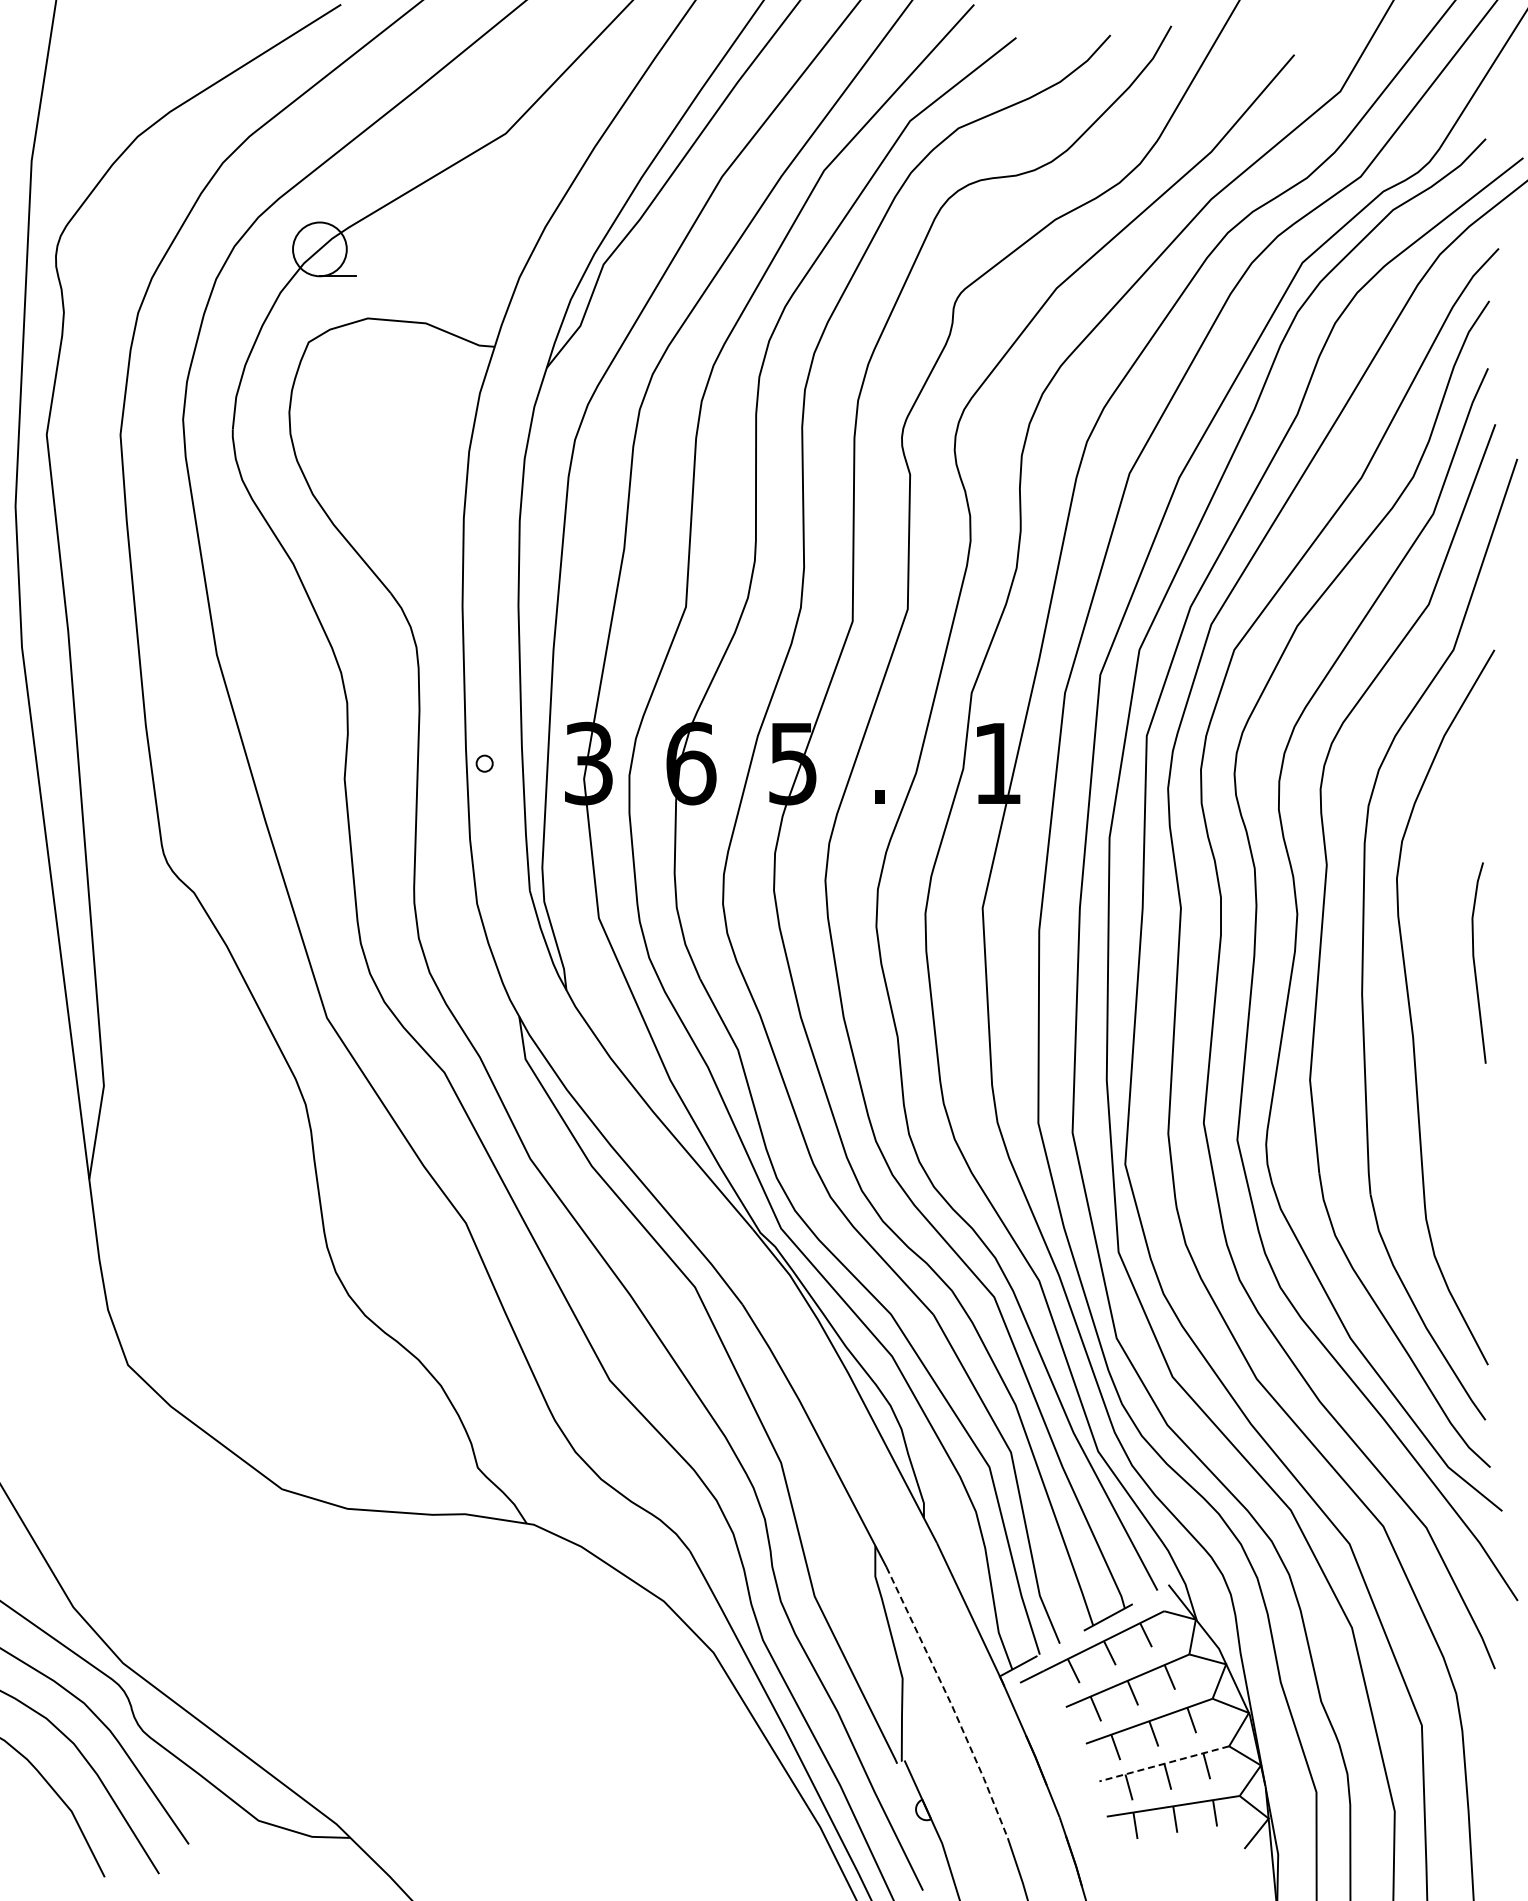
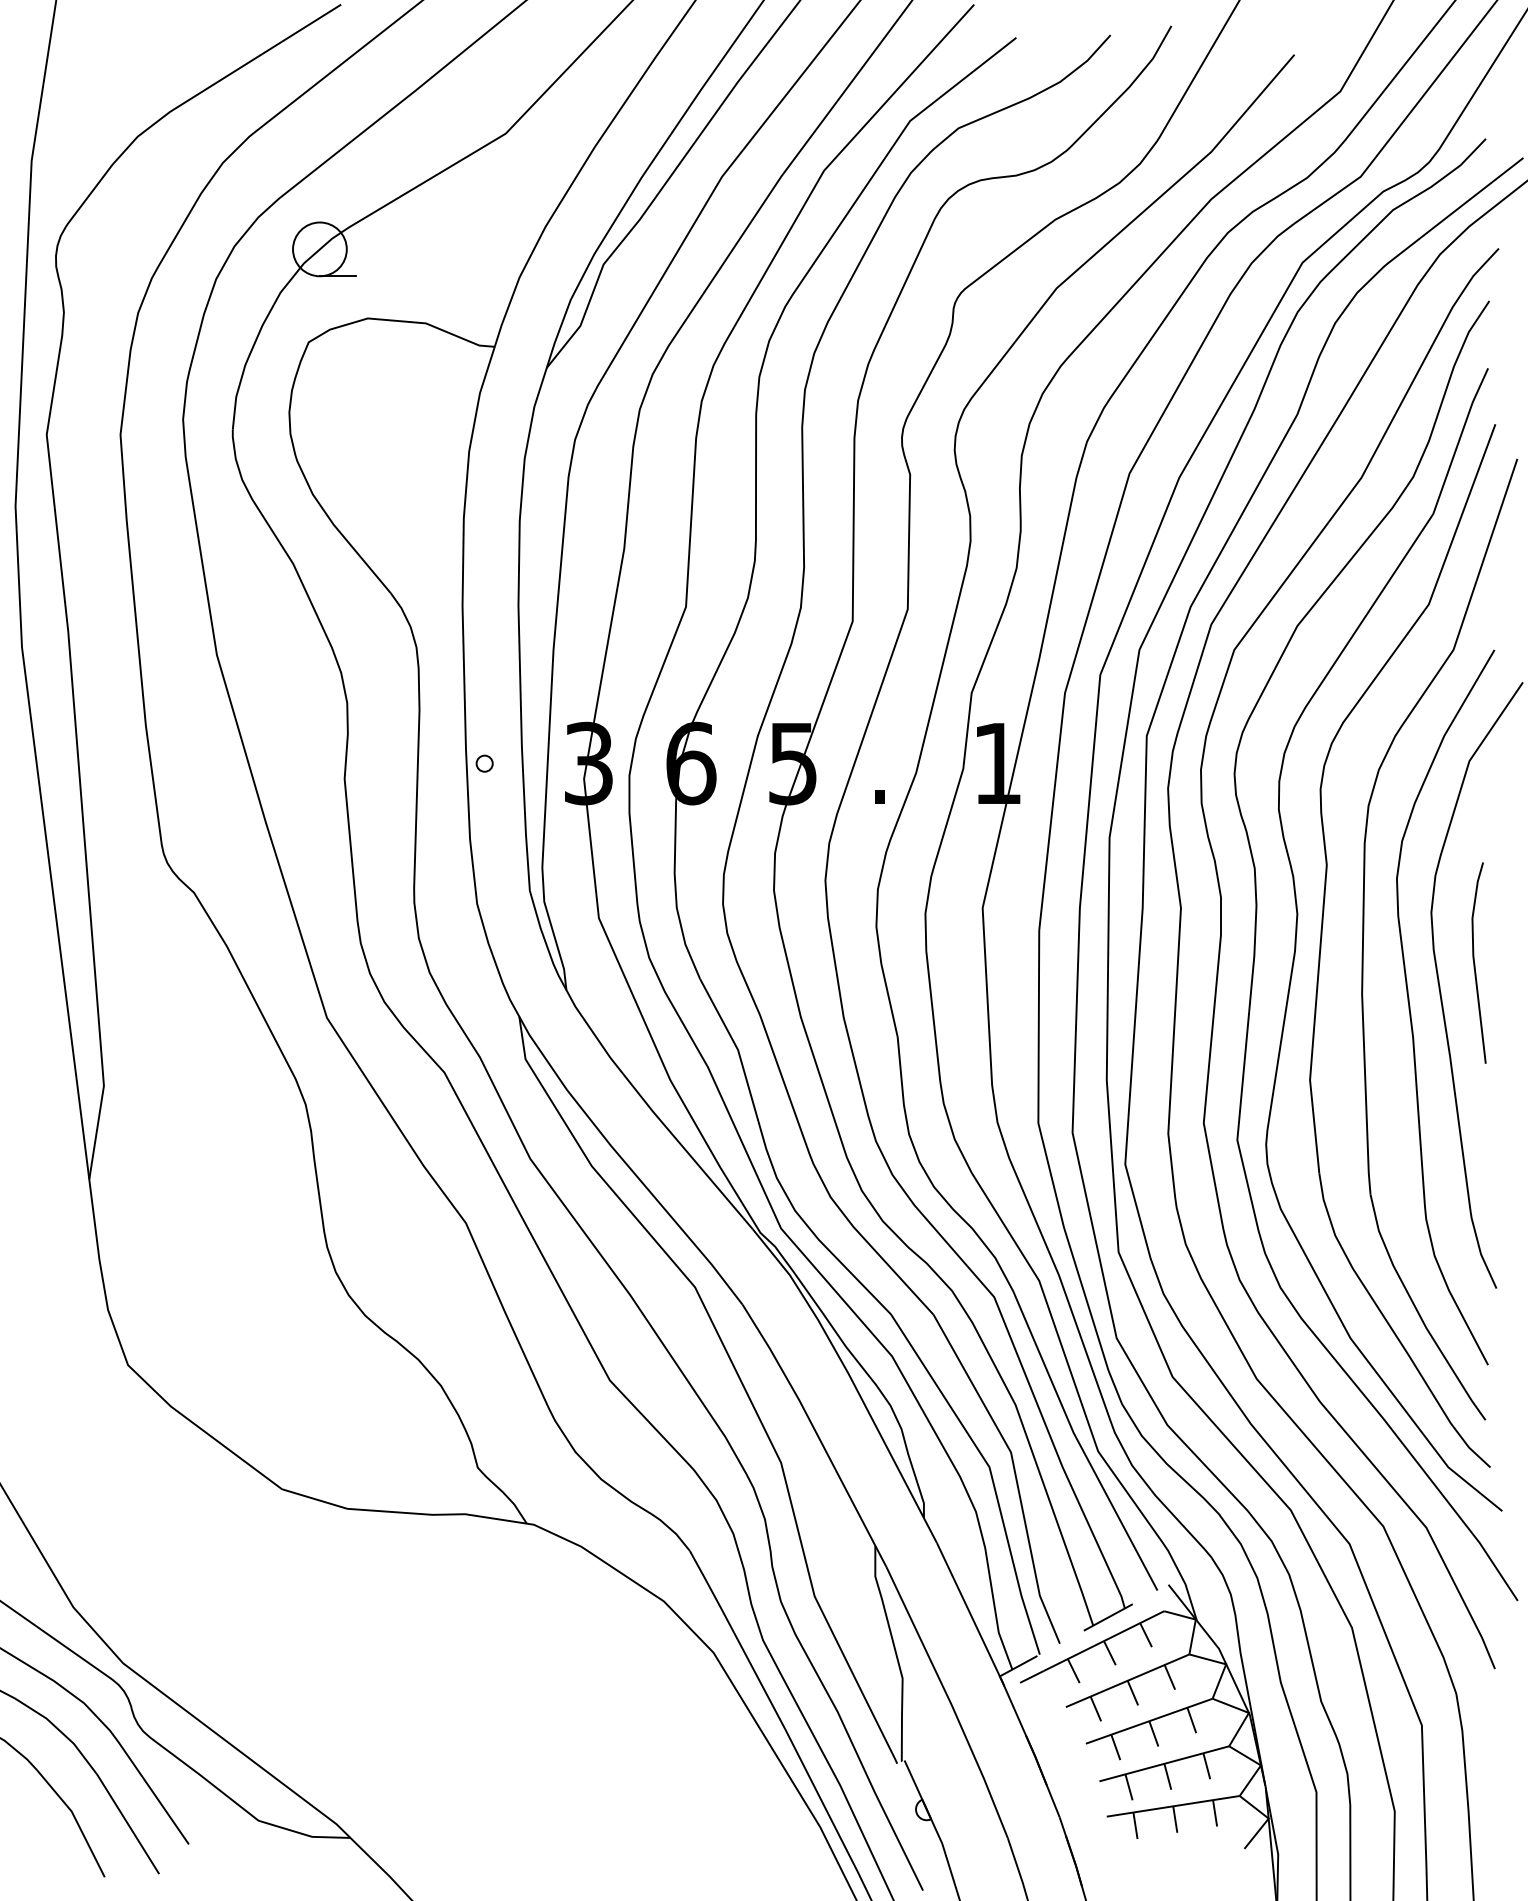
curve at (1441, 992): none -> present
line at (950, 1702): dashed -> solid
line at (1163, 1763): dashed -> solid
